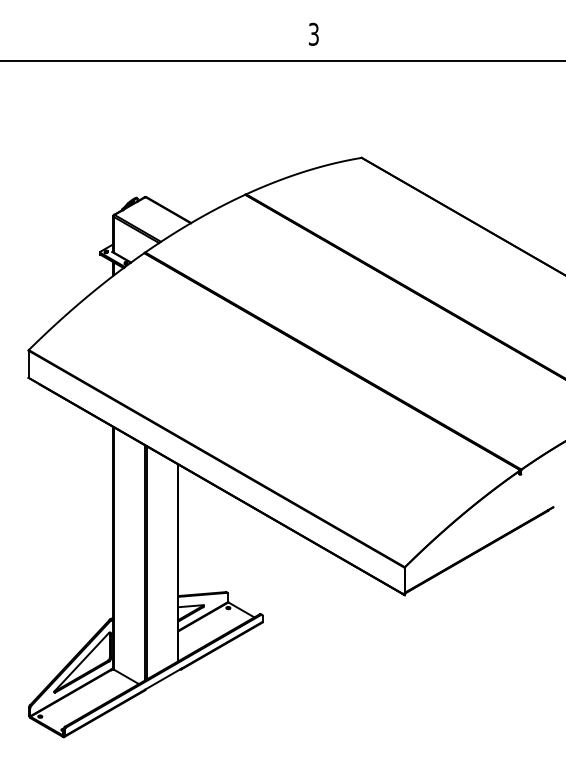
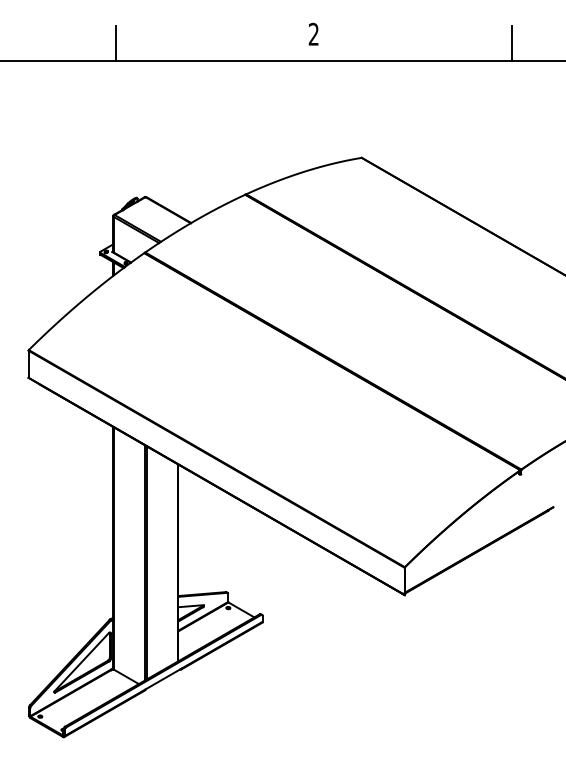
text at (313, 34): 3 -> 2
line at (115, 42): none -> present
line at (512, 42): none -> present
